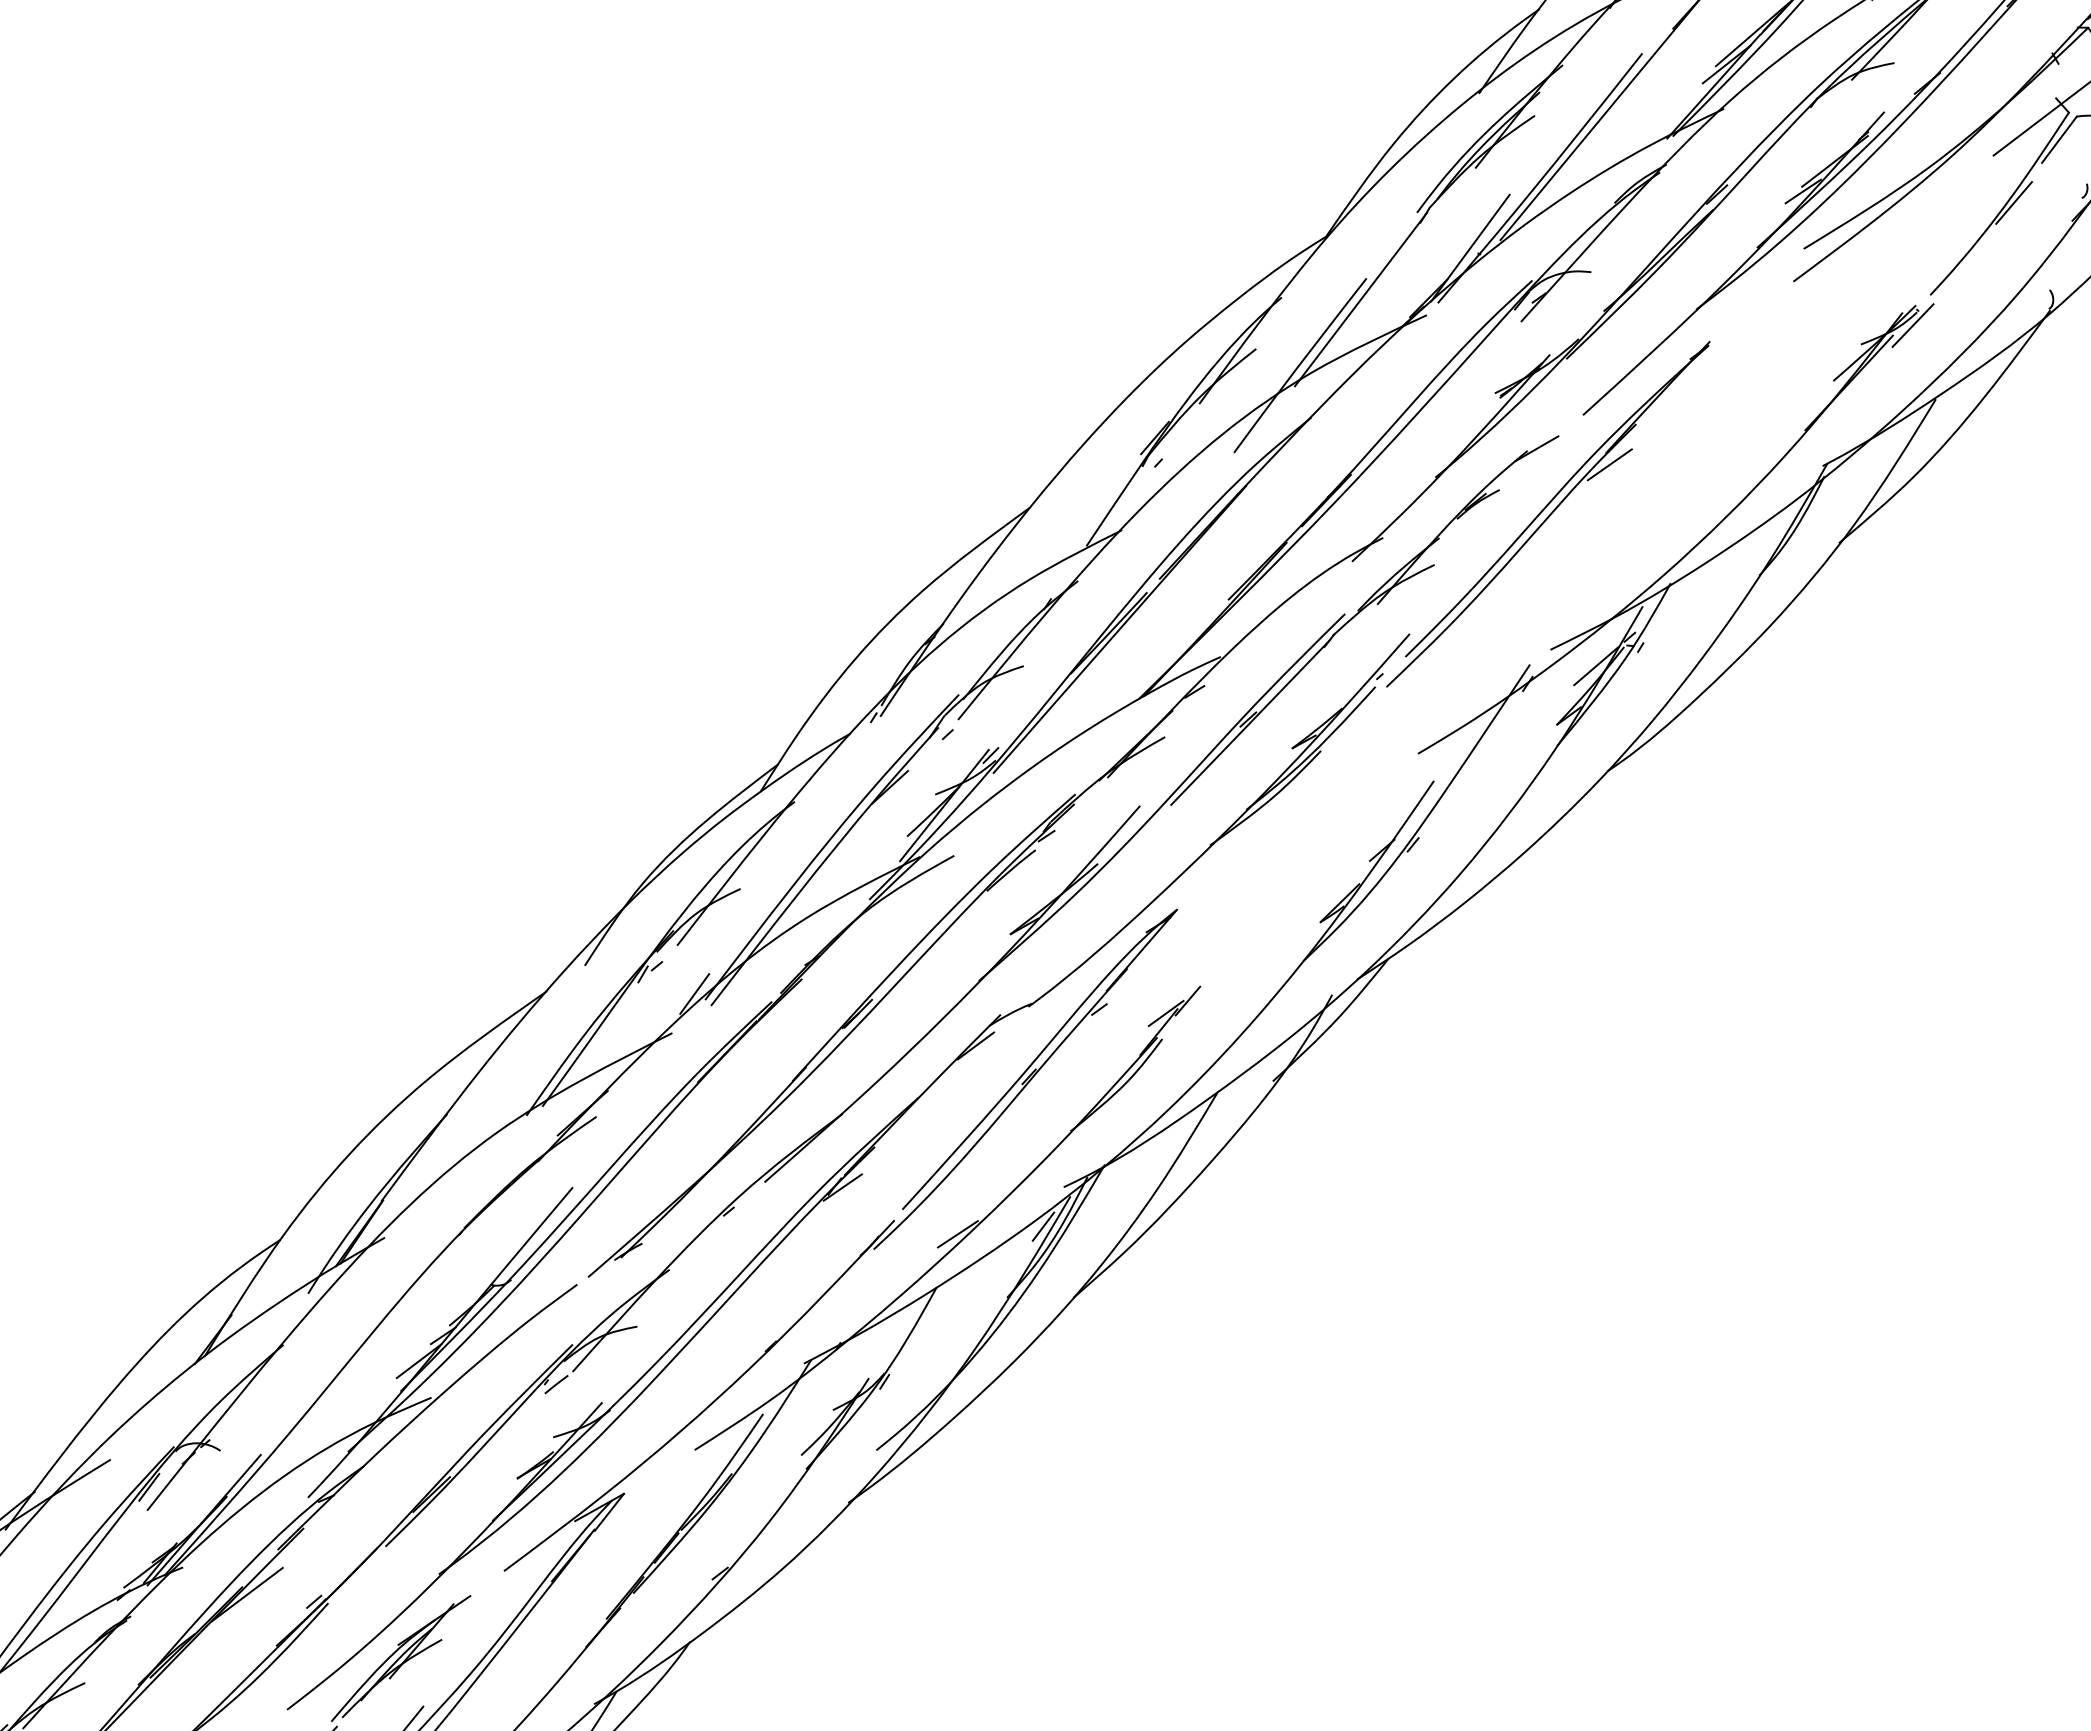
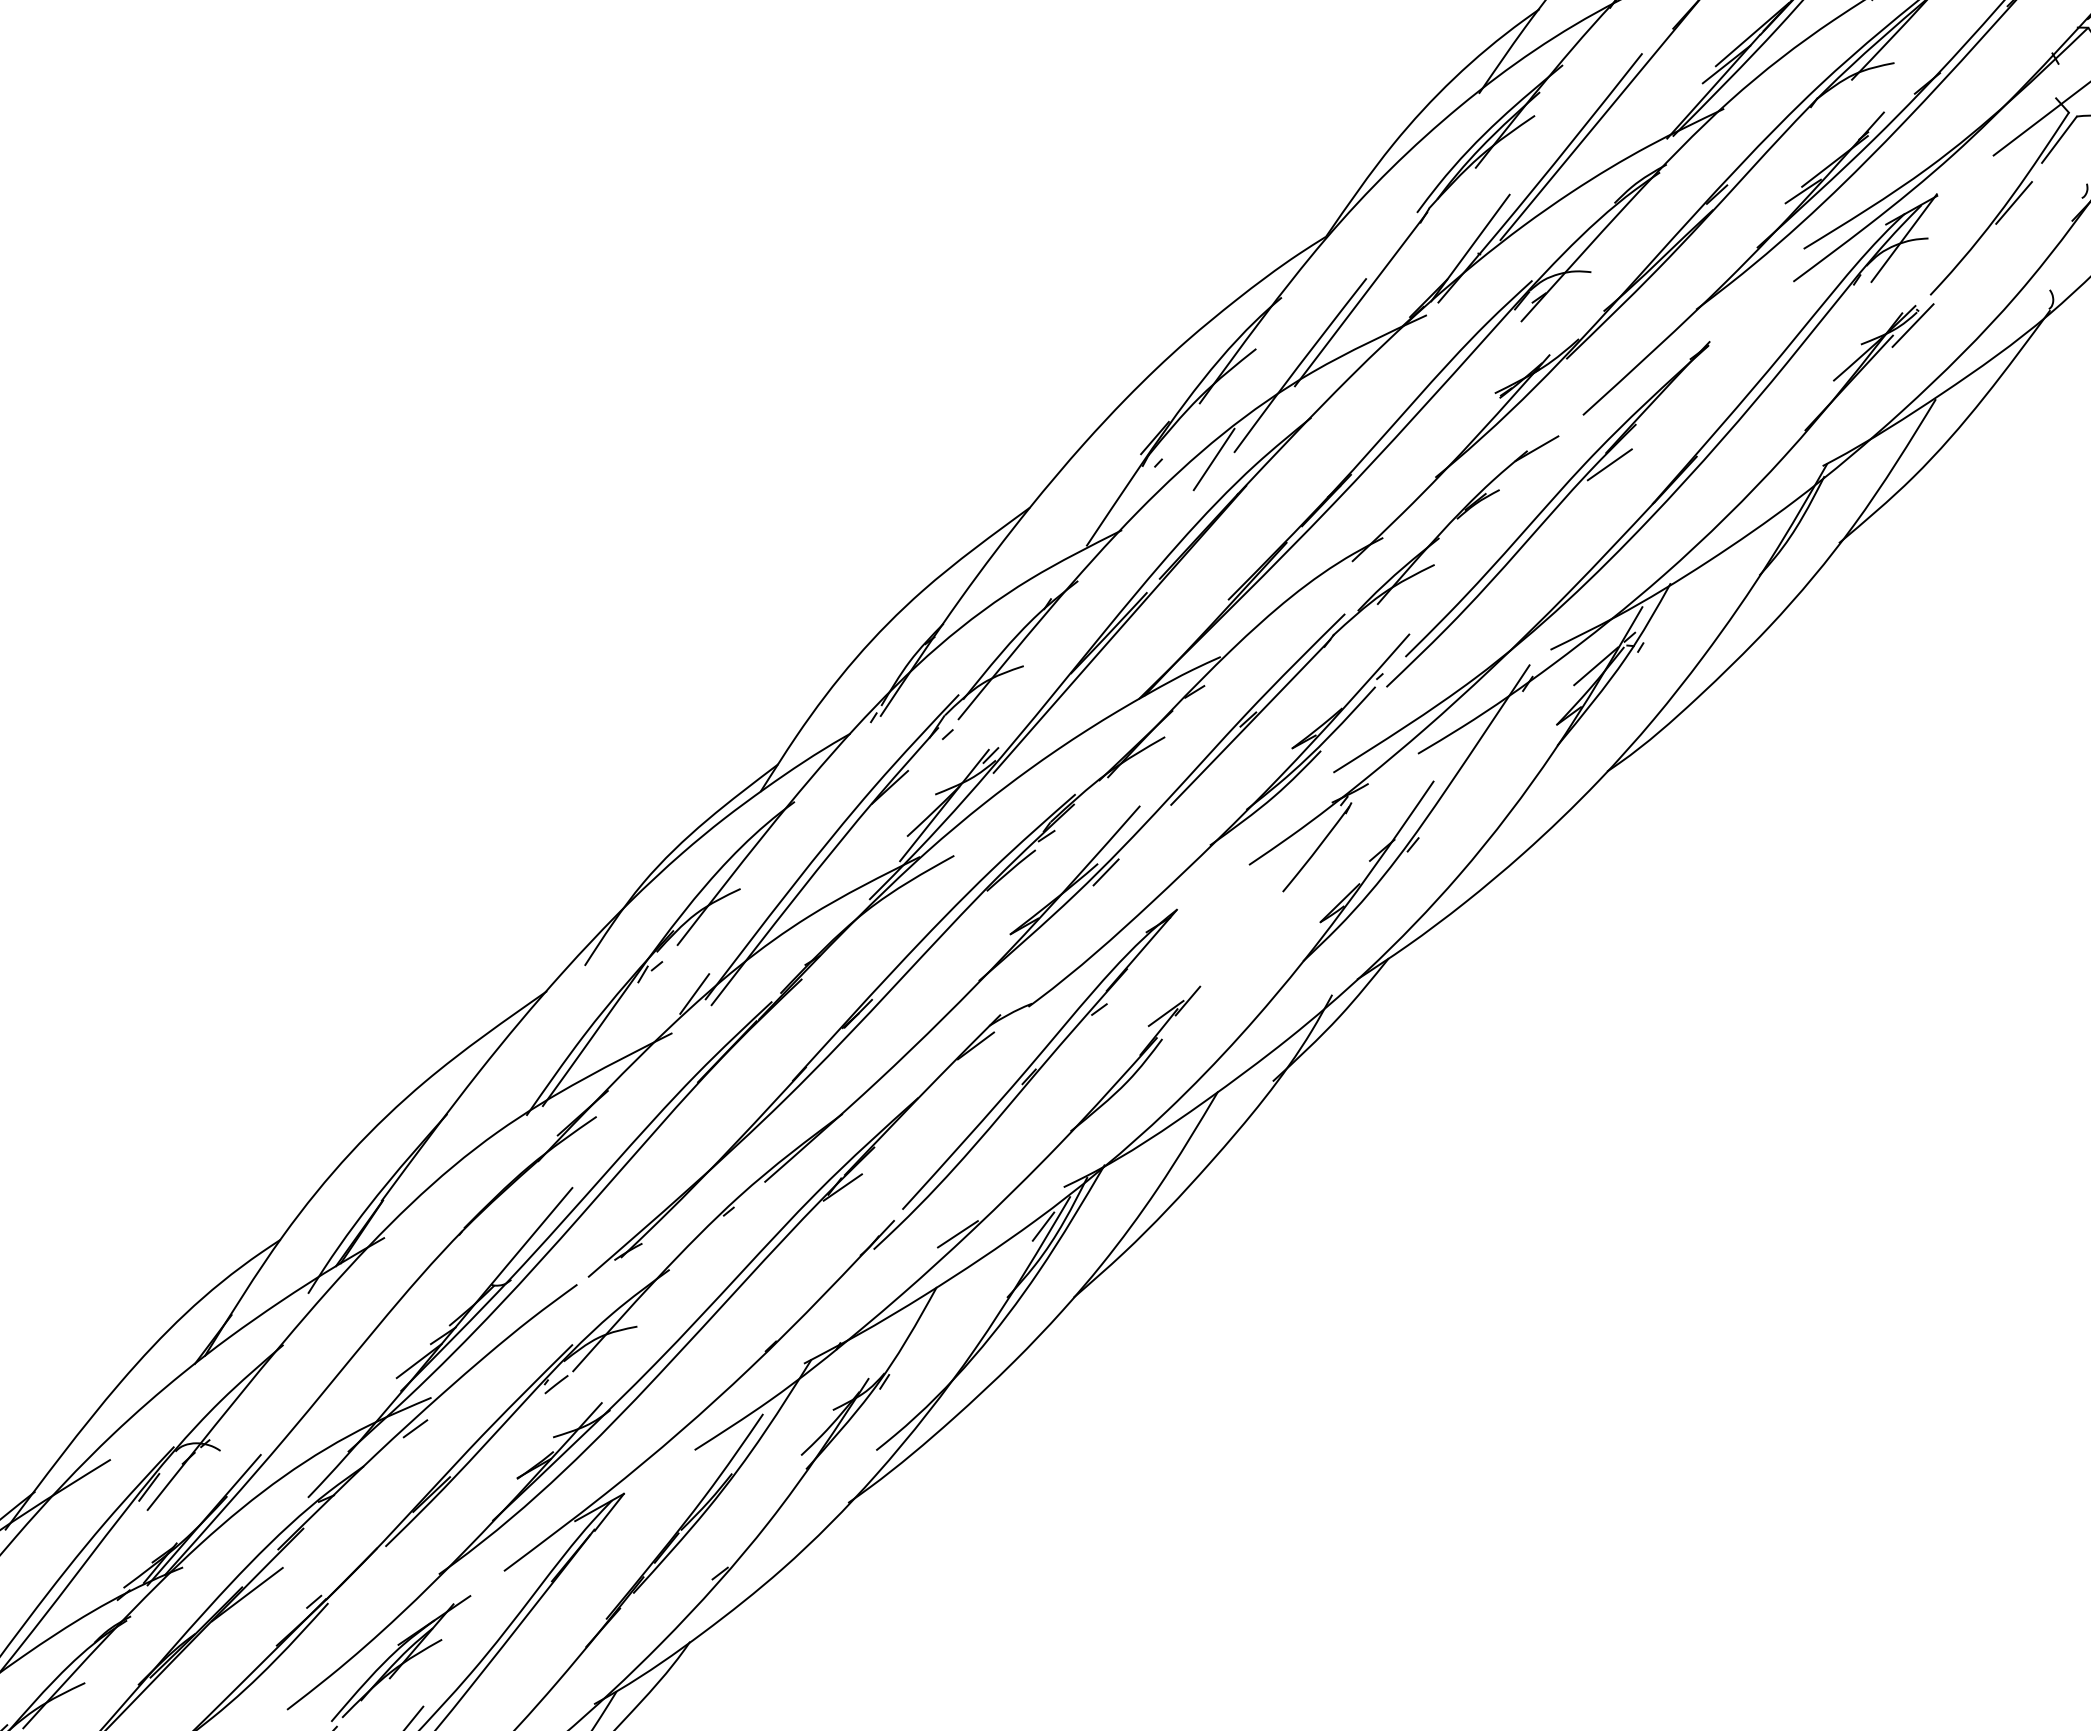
line at (1213, 459): none -> present
part at (1605, 552): none -> present
line at (1105, 872): none -> present
line at (415, 1428): none -> present
